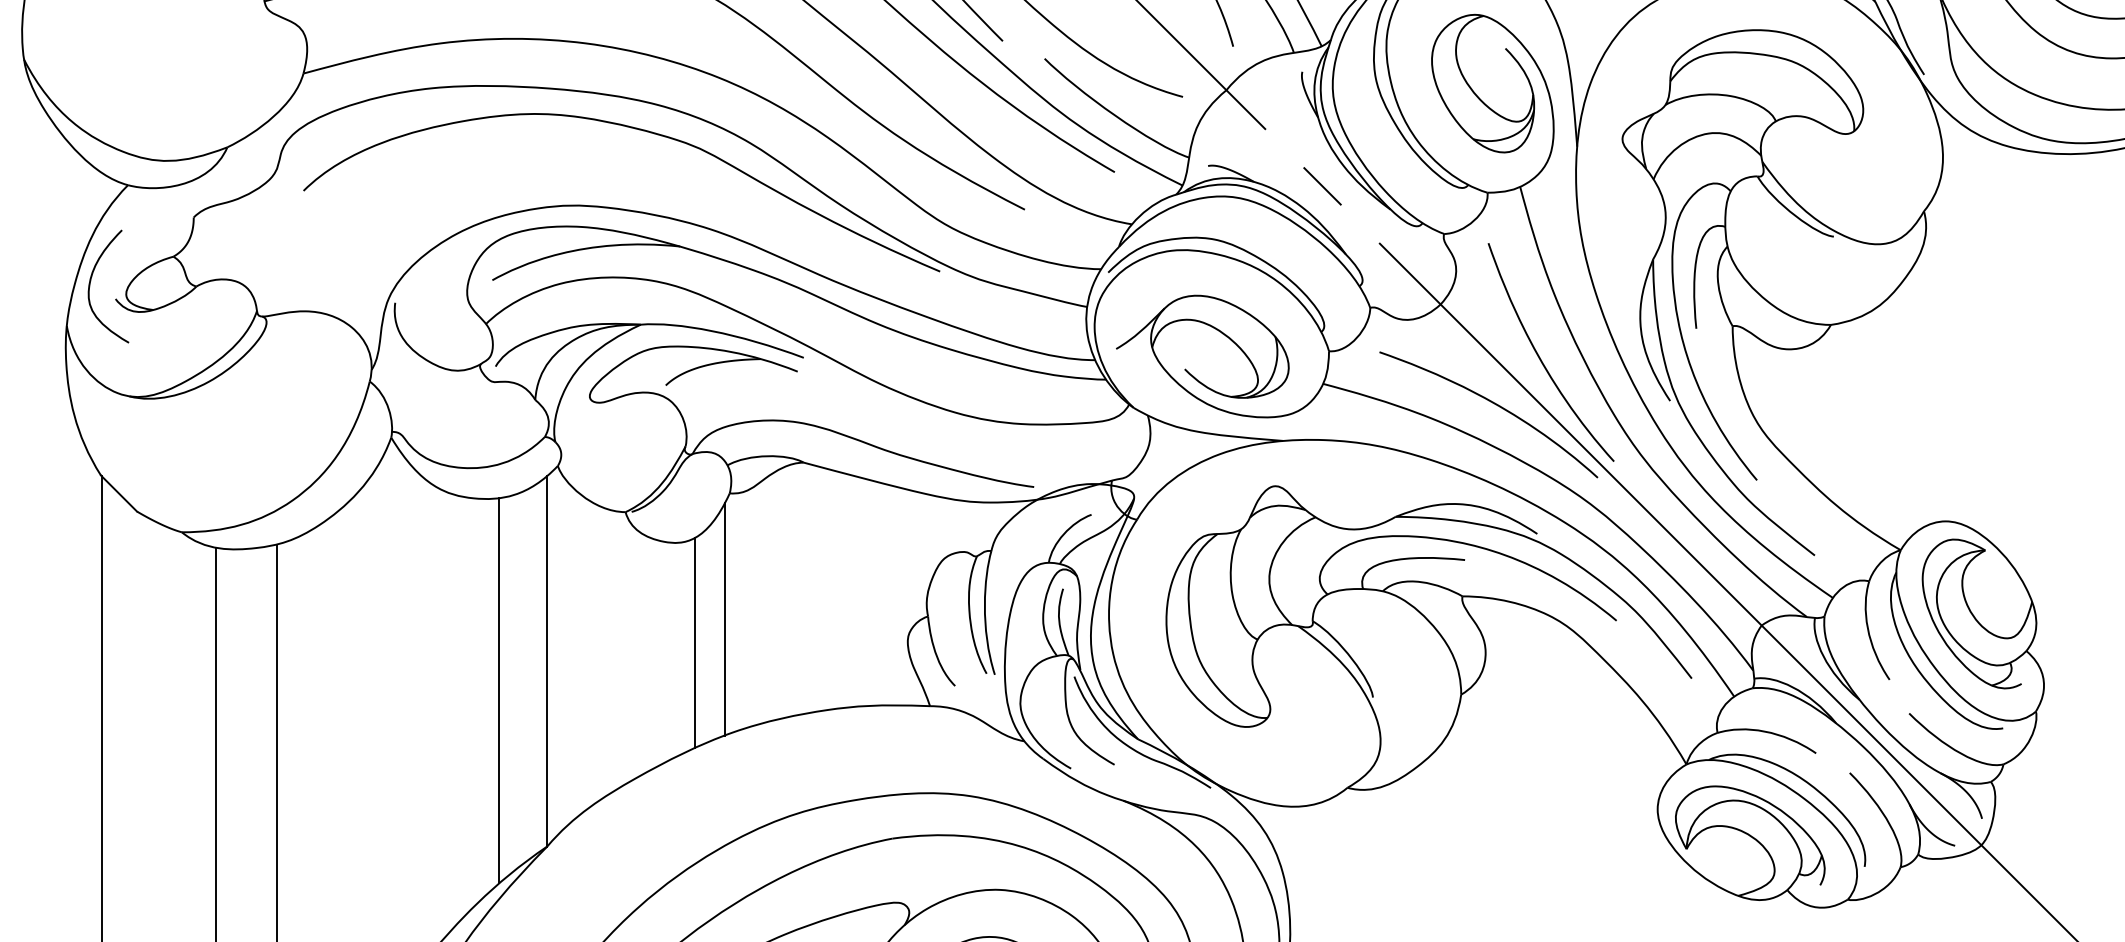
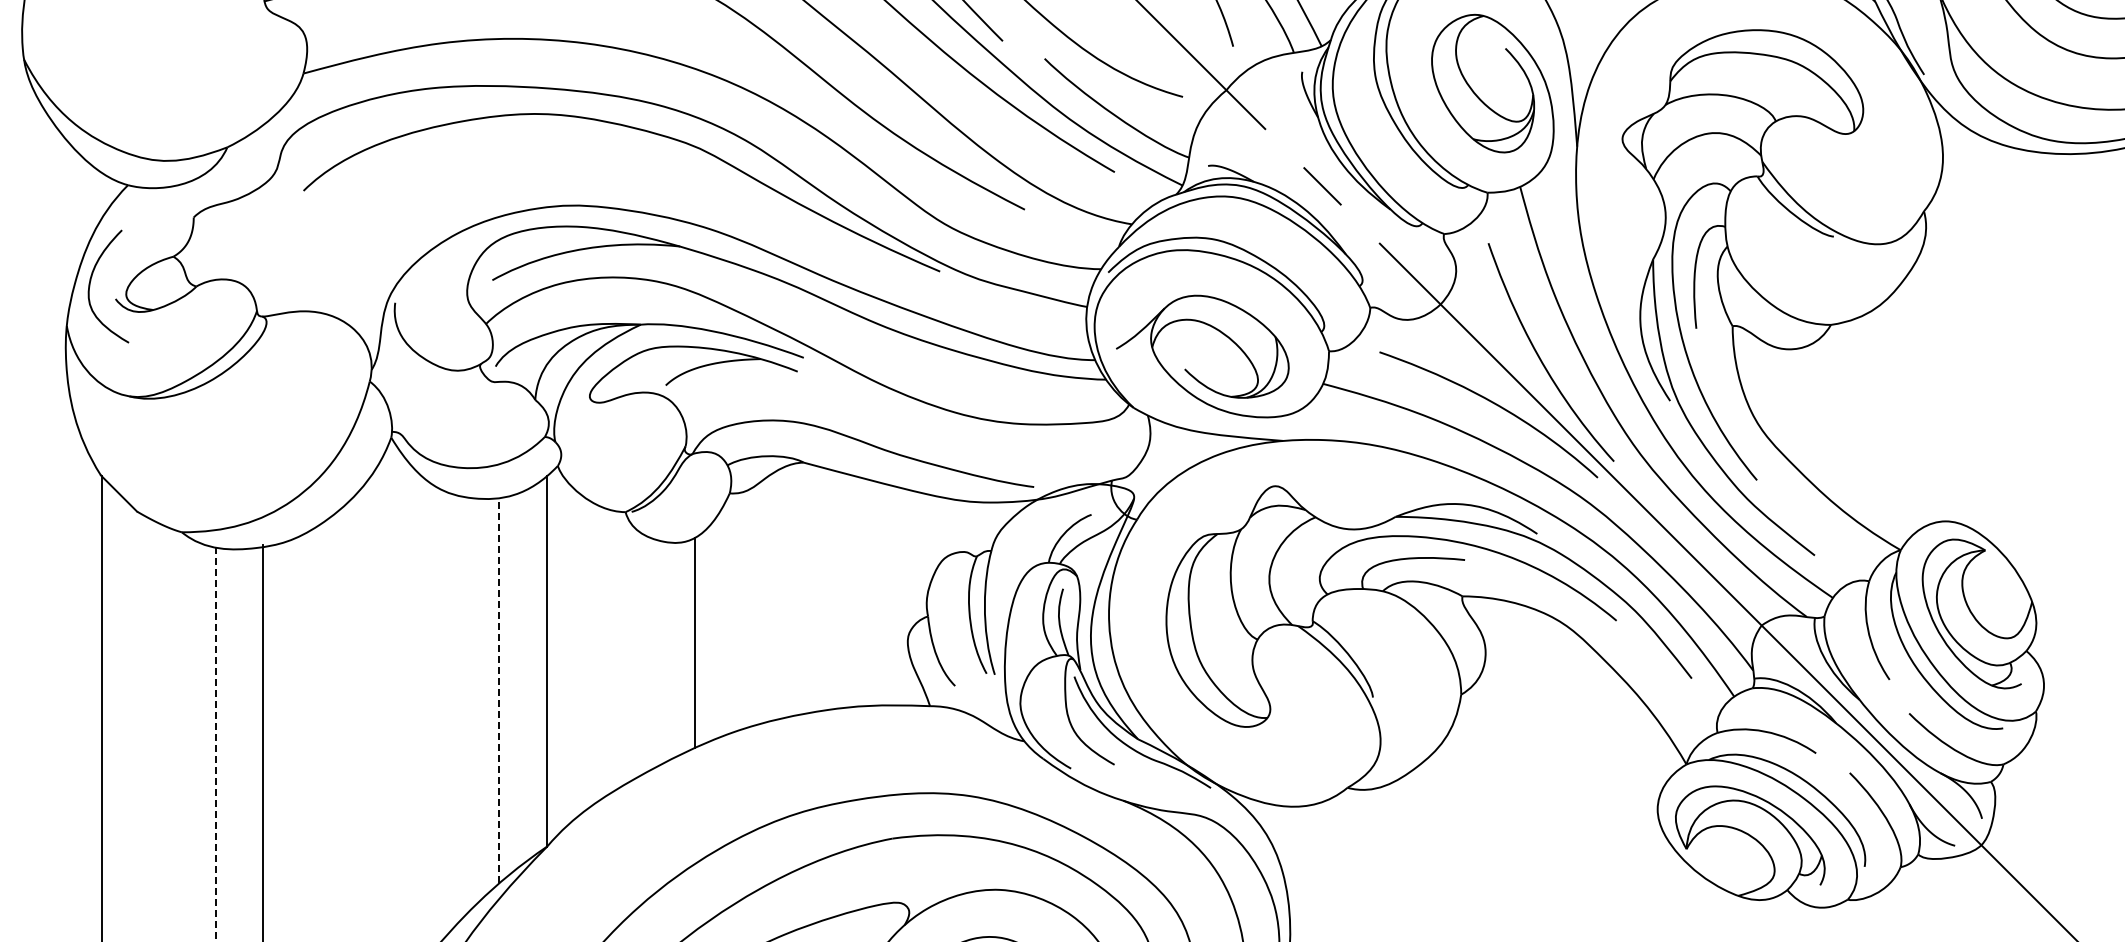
line at (724, 619): present -> none
line at (499, 690): solid -> dashed
line at (276, 741) position: (276, 741) -> (262, 741)
line at (215, 744): solid -> dashed
